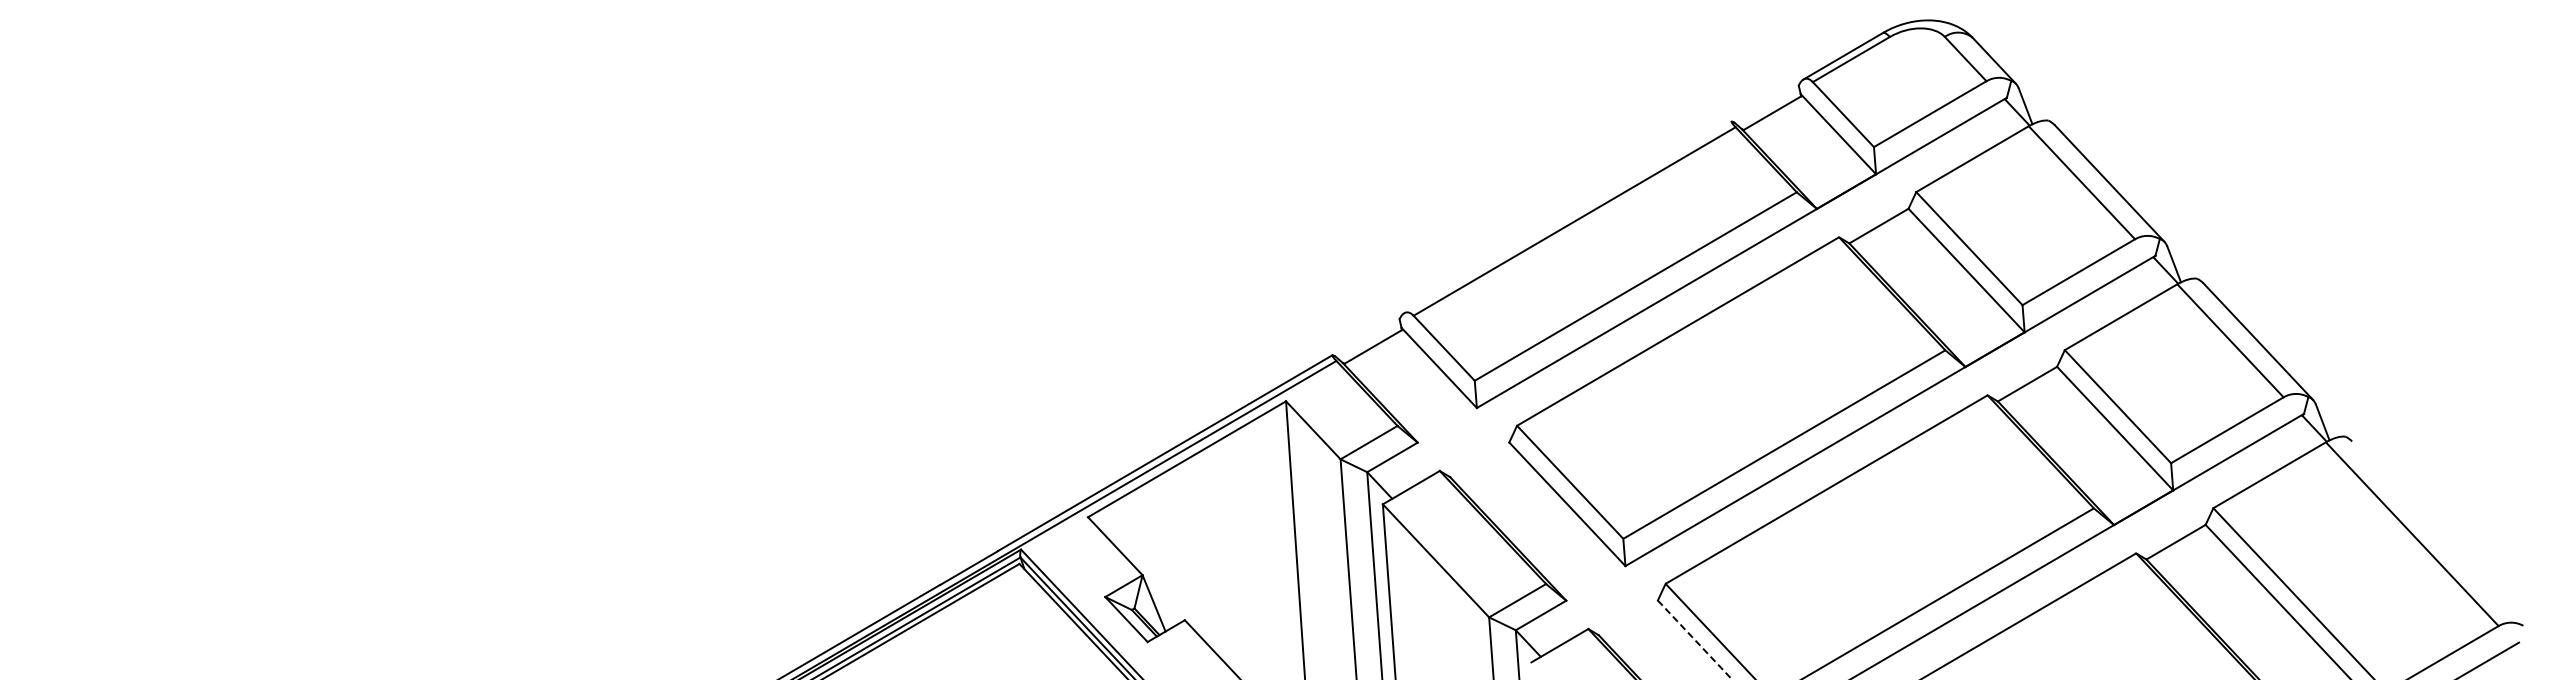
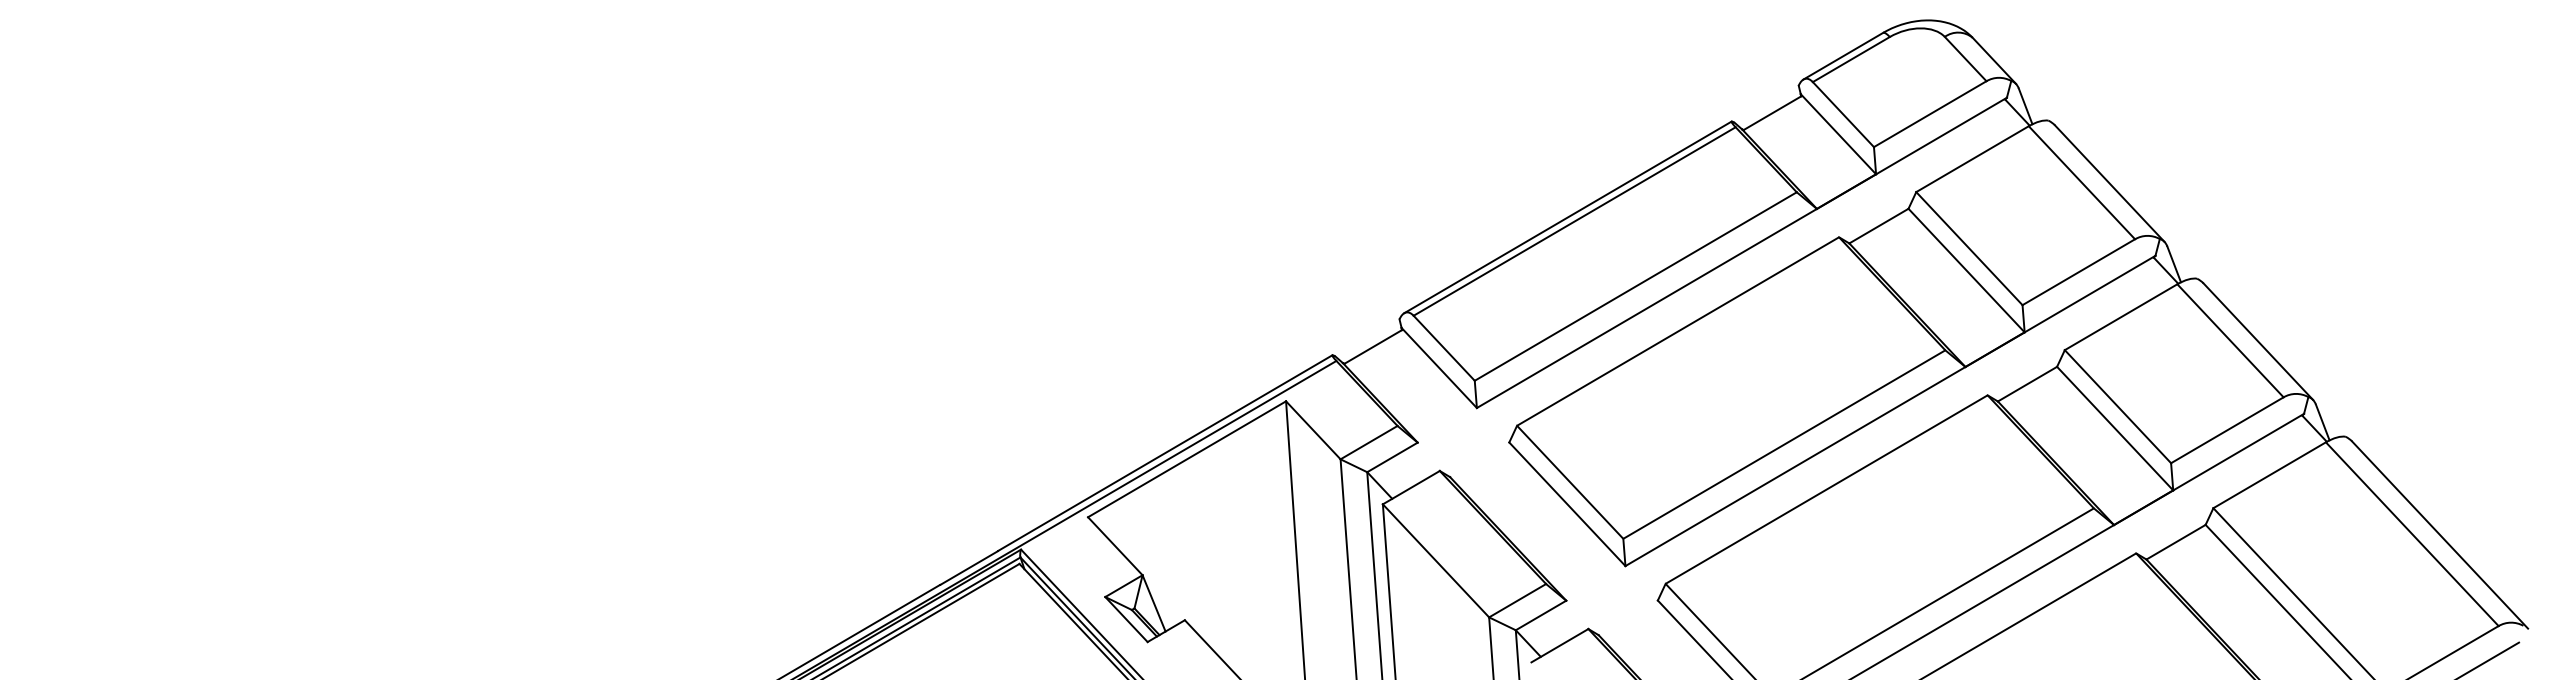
line at (1567, 217): none -> present
line at (2440, 534): none -> present
line at (1695, 640): dashed -> solid
